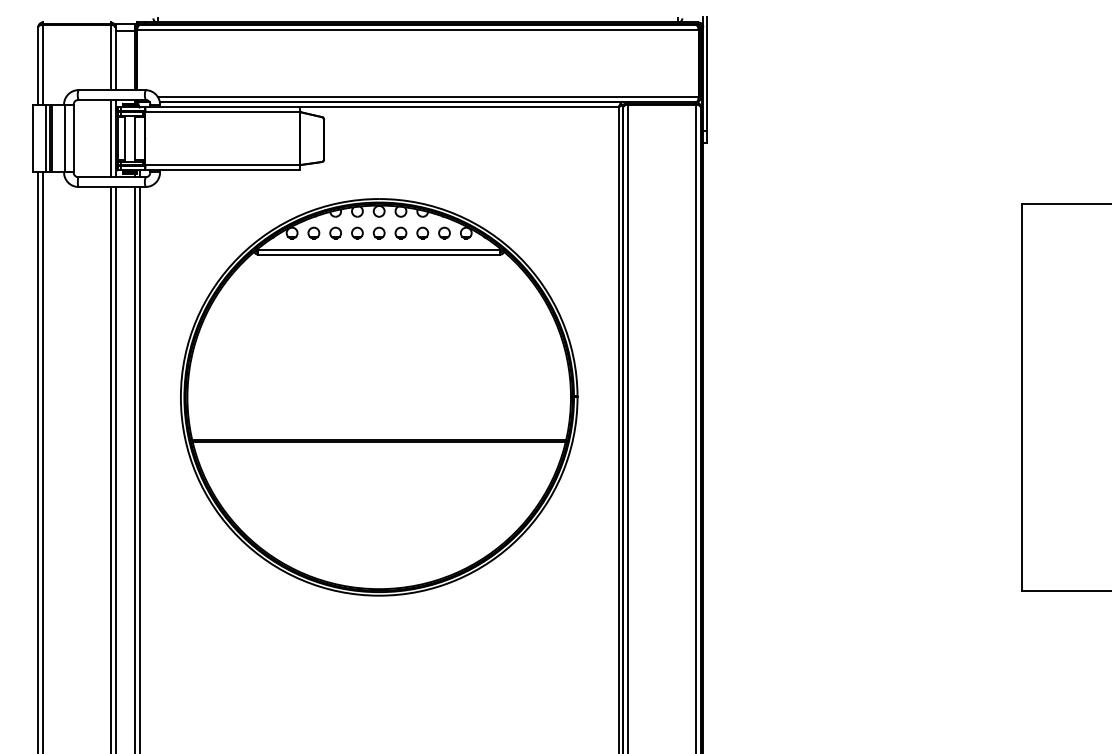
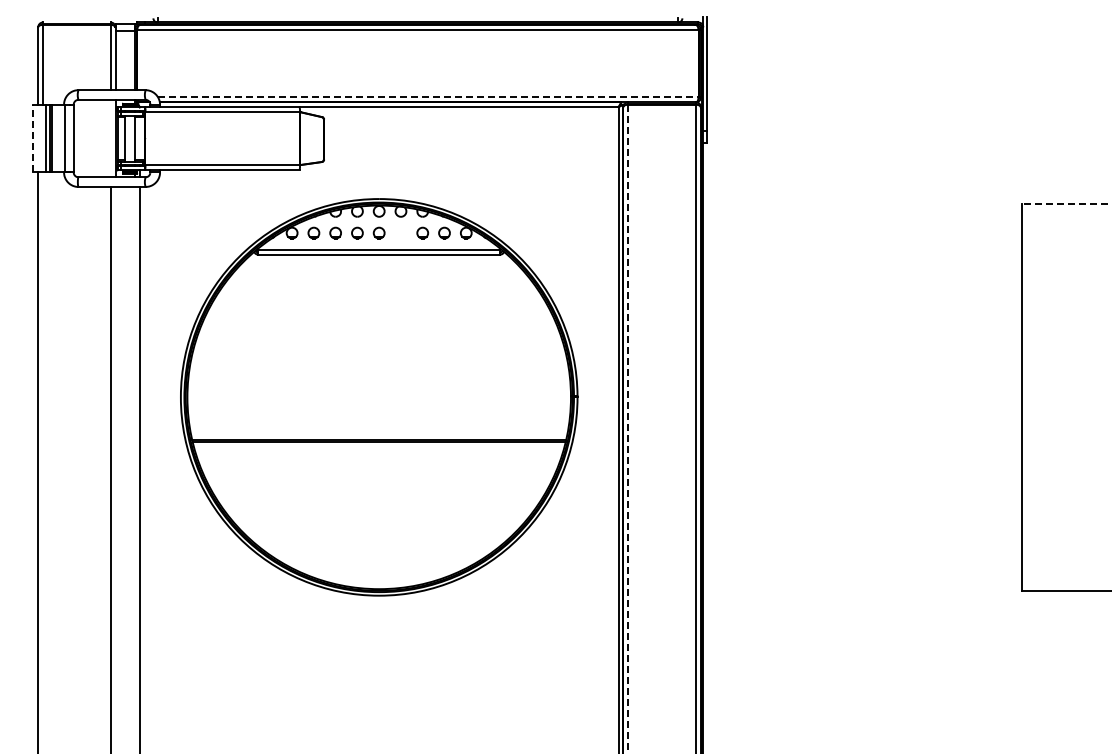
line at (428, 97): solid -> dashed
line at (33, 138): solid -> dashed
line at (110, 138): present -> none
line at (1067, 203): solid -> dashed
part at (400, 232): present -> none
line at (628, 429): solid -> dashed
line at (43, 461): present -> none
line at (115, 468): present -> none
line at (134, 468): present -> none
